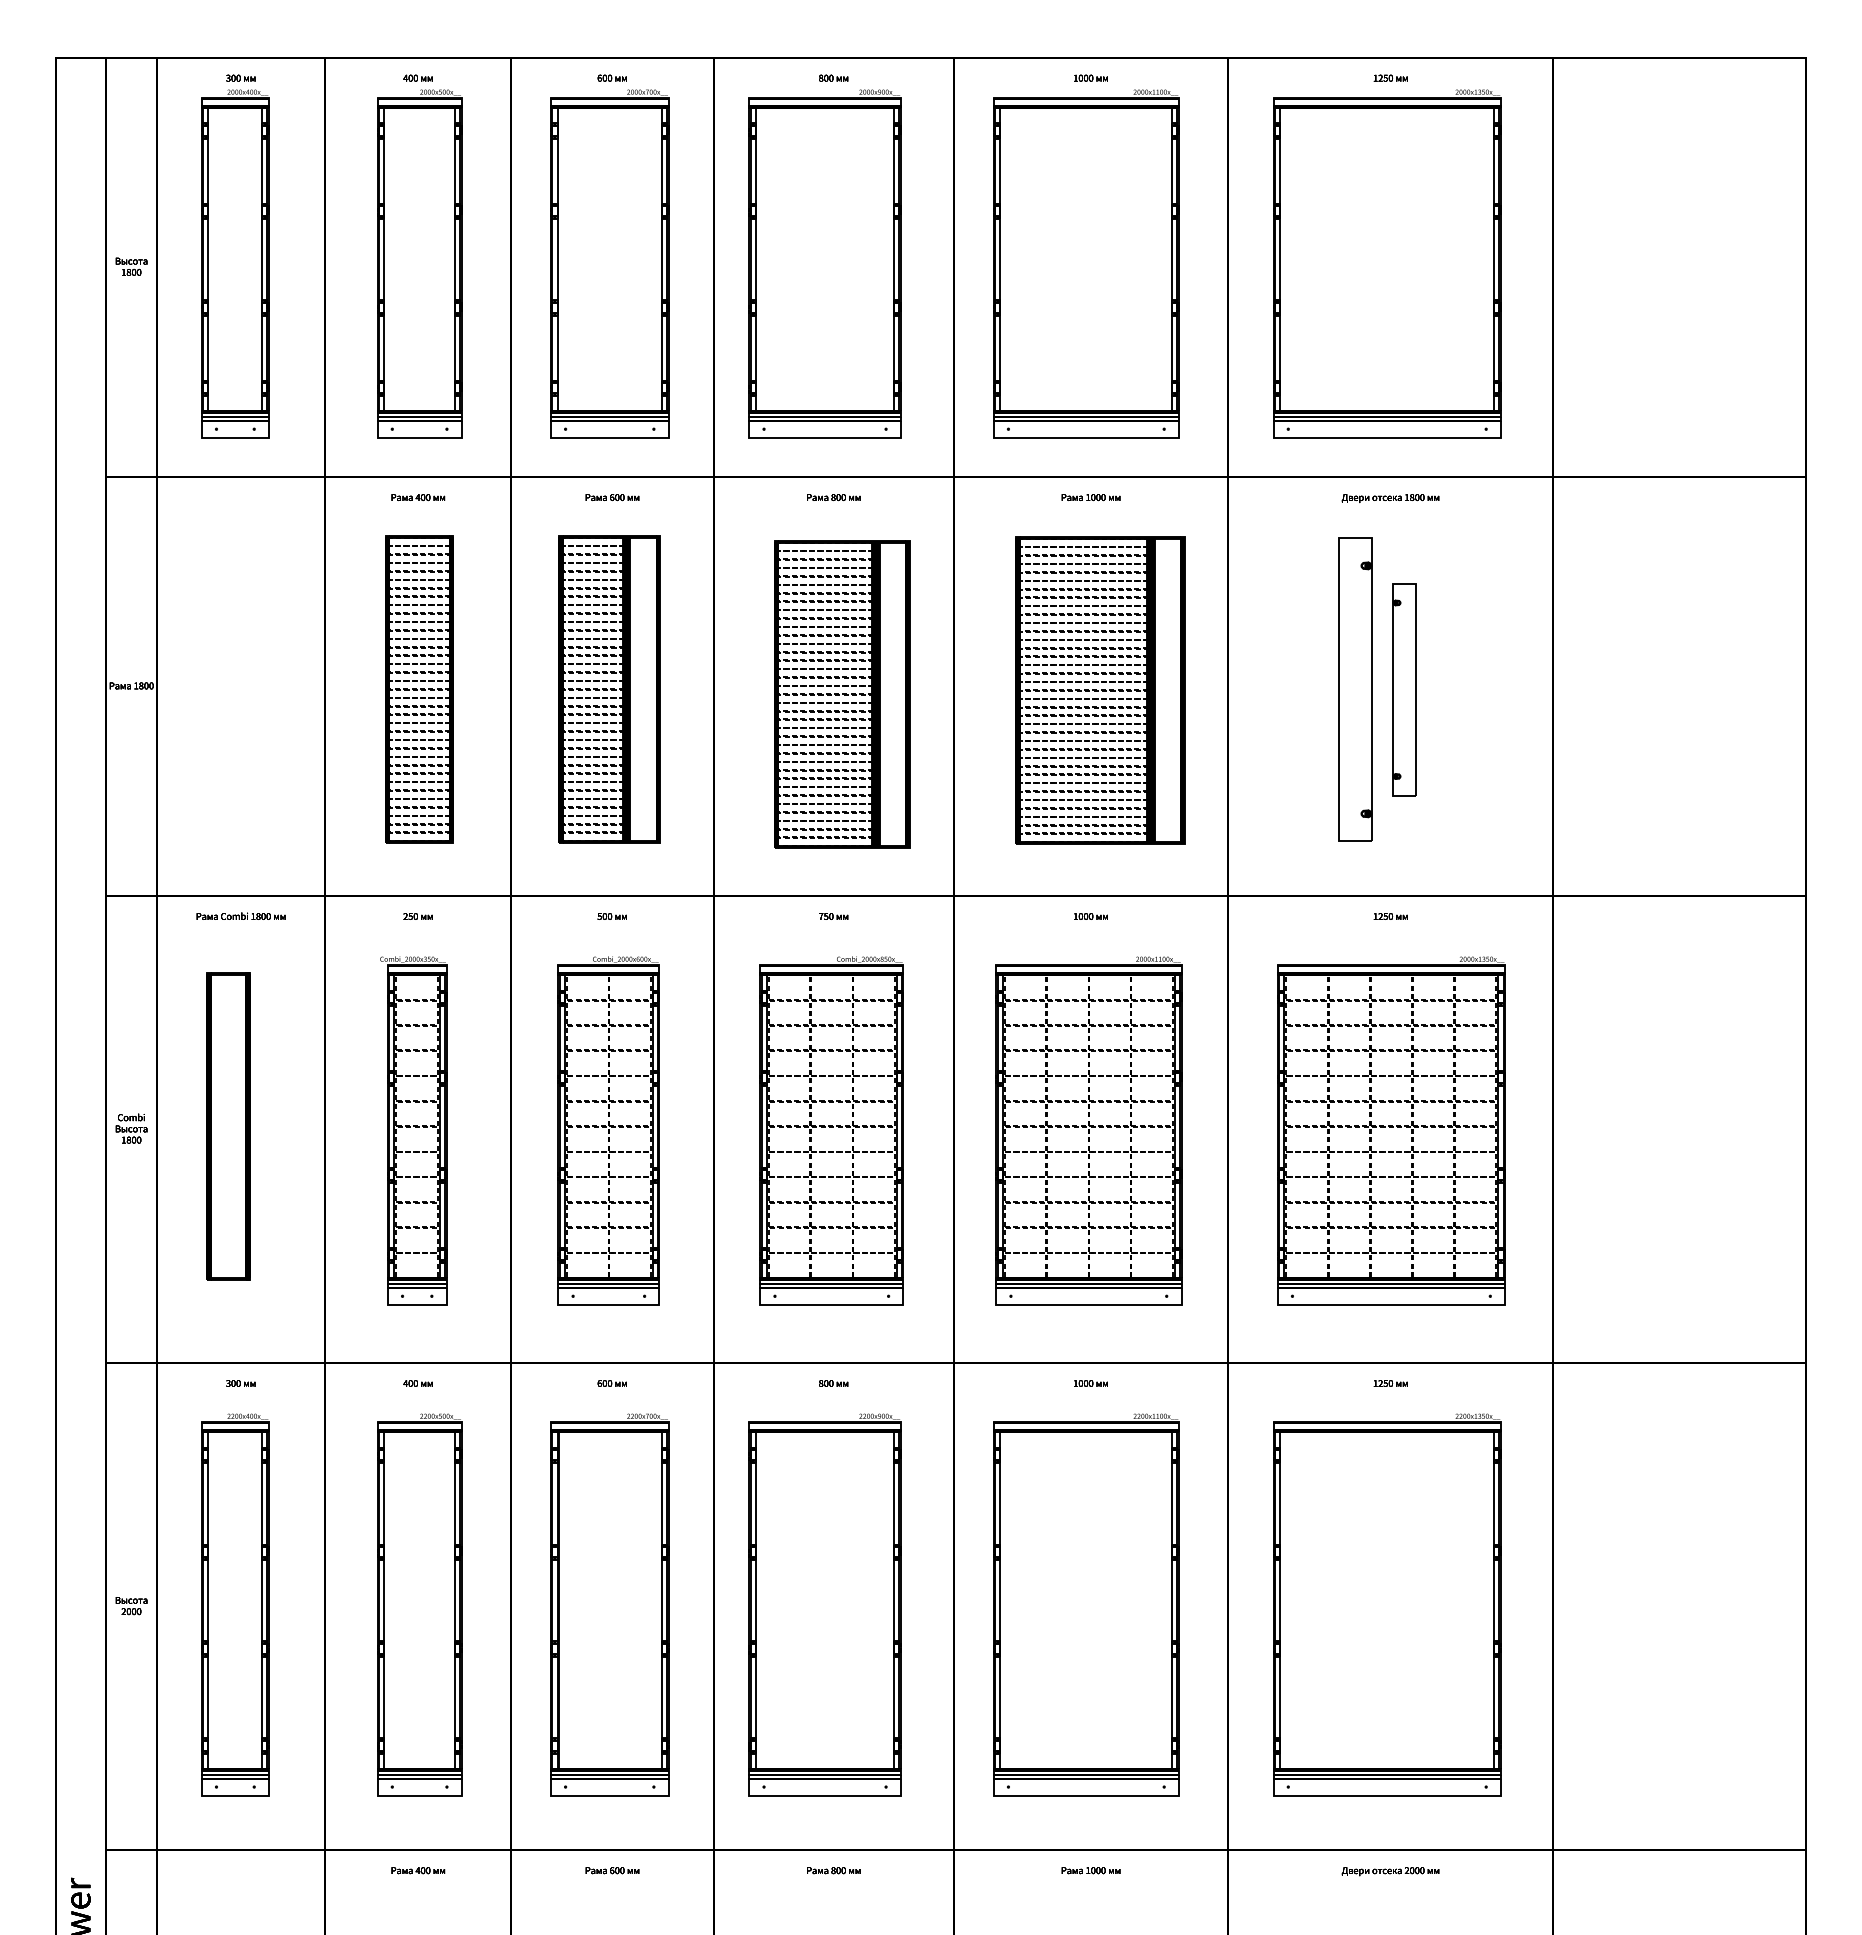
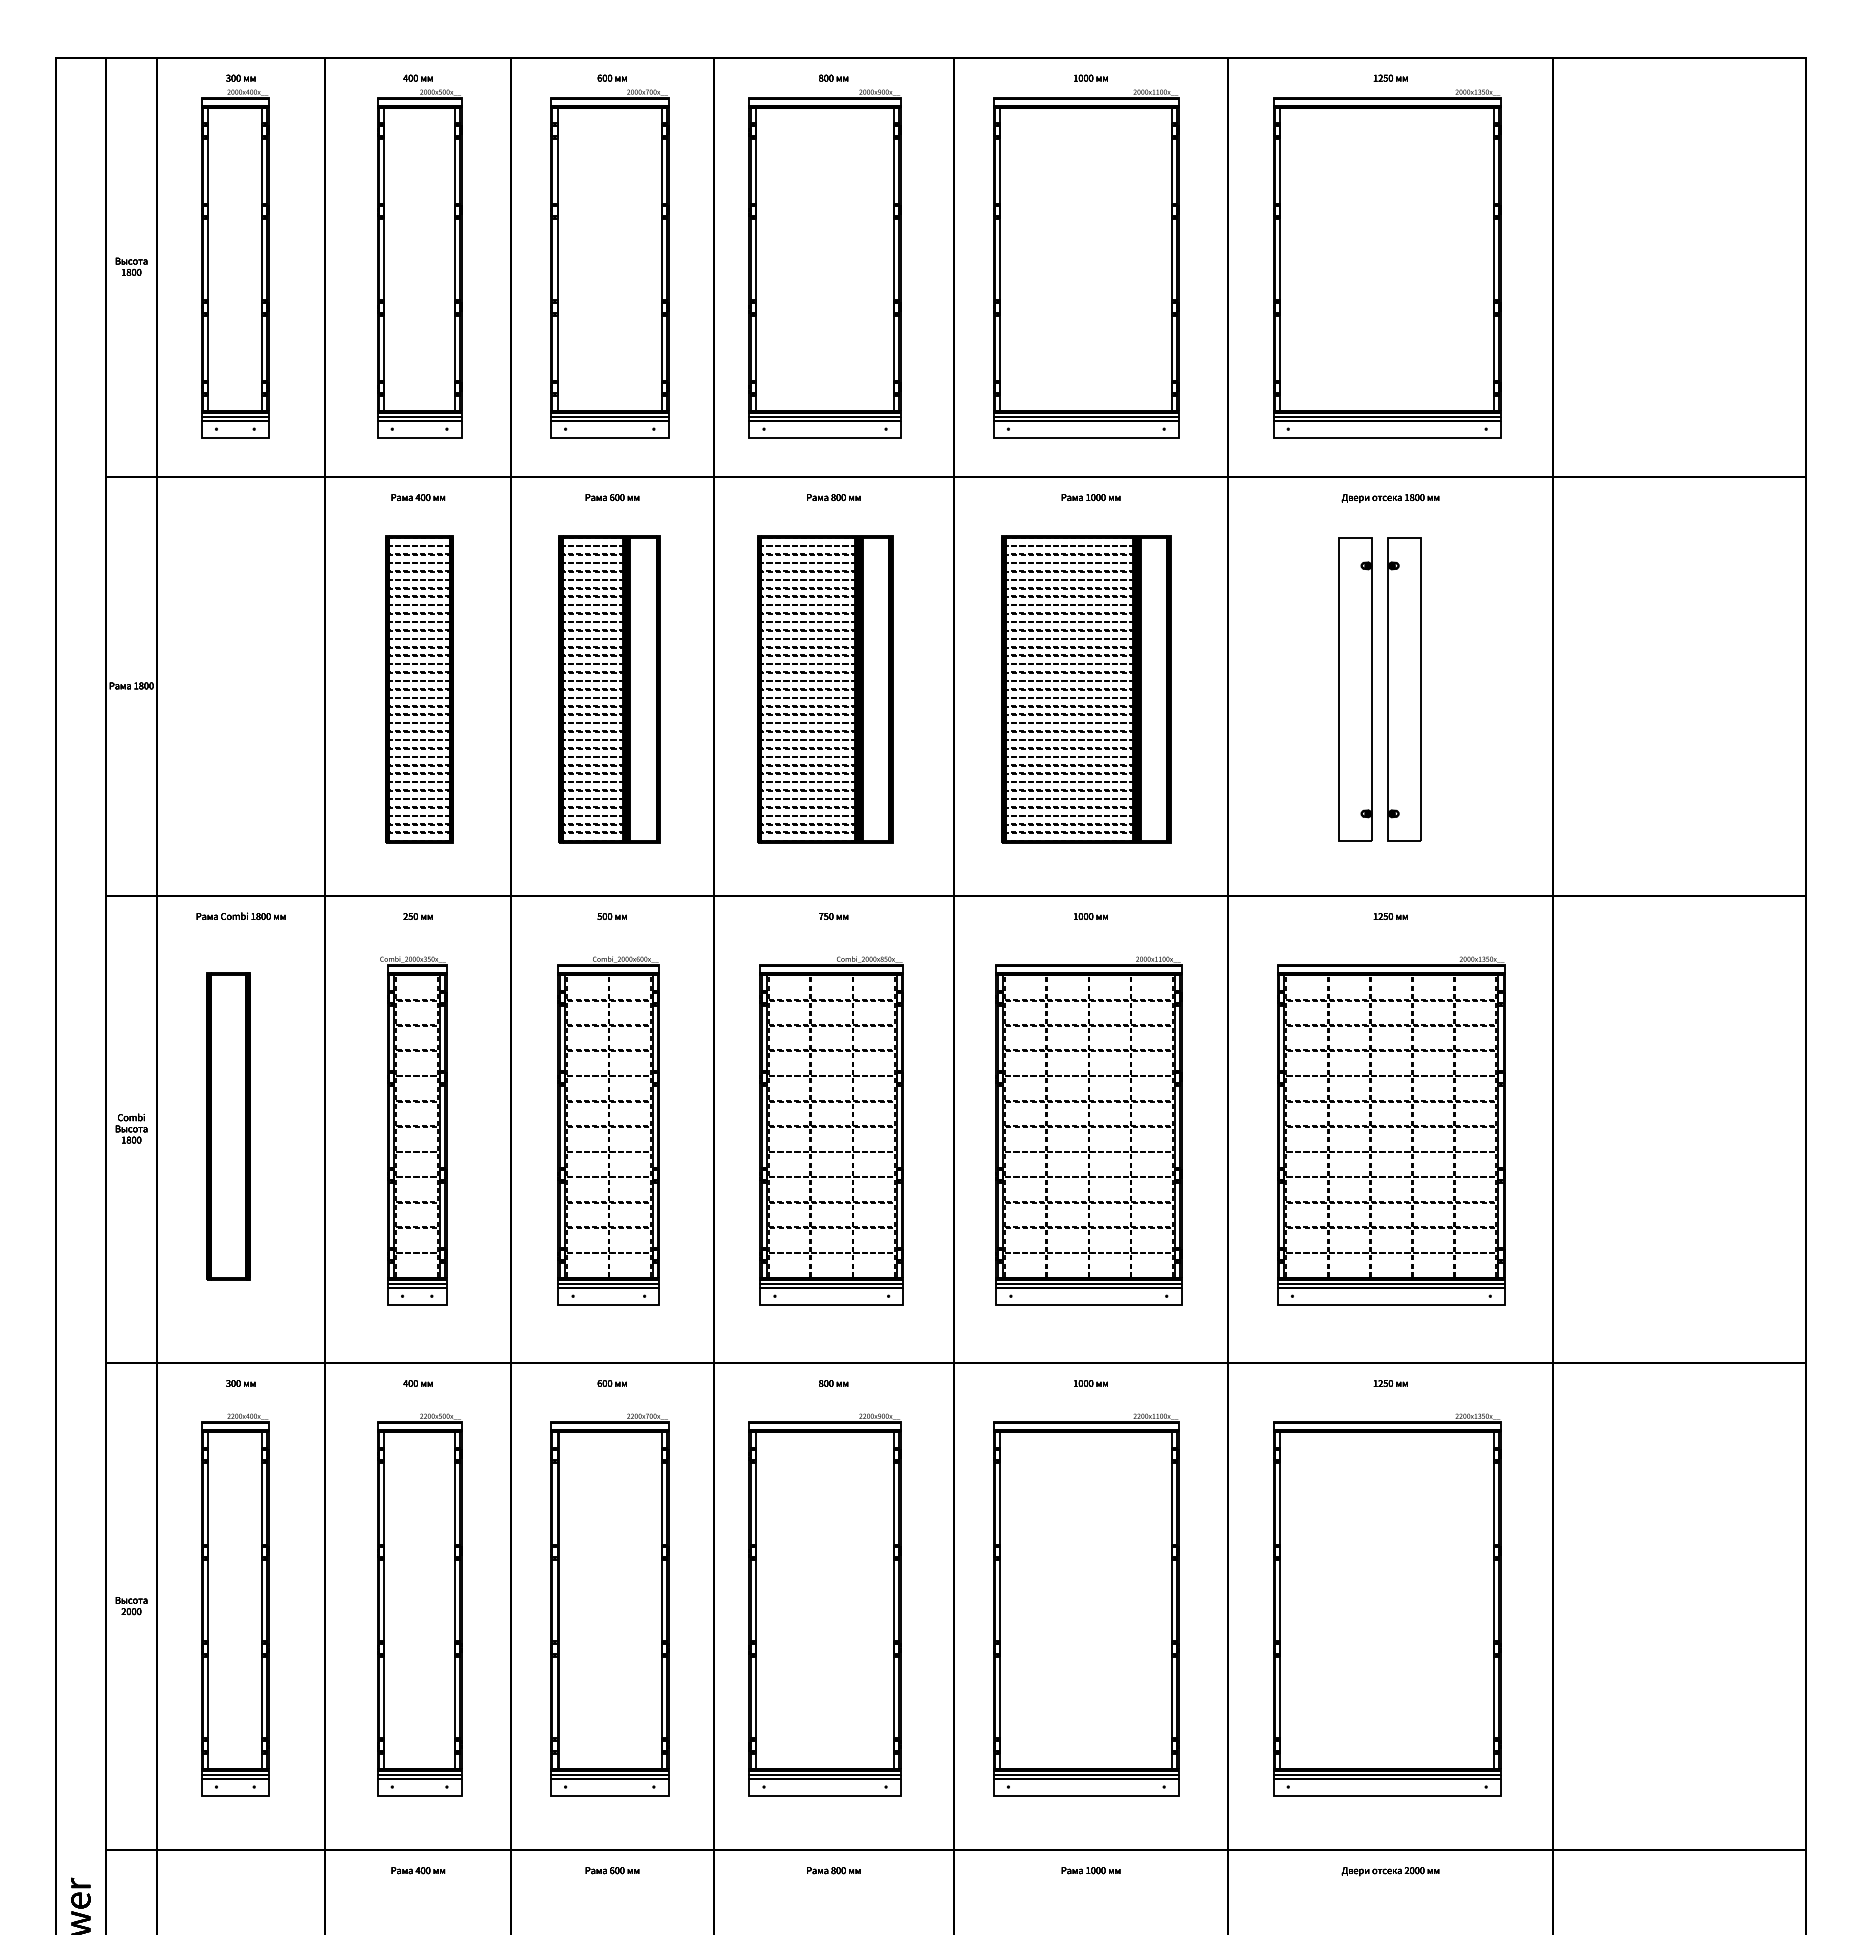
part at (1404, 689) size: 25x214 px -> 35x305 px
part at (1100, 690) position: (1100, 690) -> (1086, 689)
part at (842, 694) position: (842, 694) -> (825, 689)
